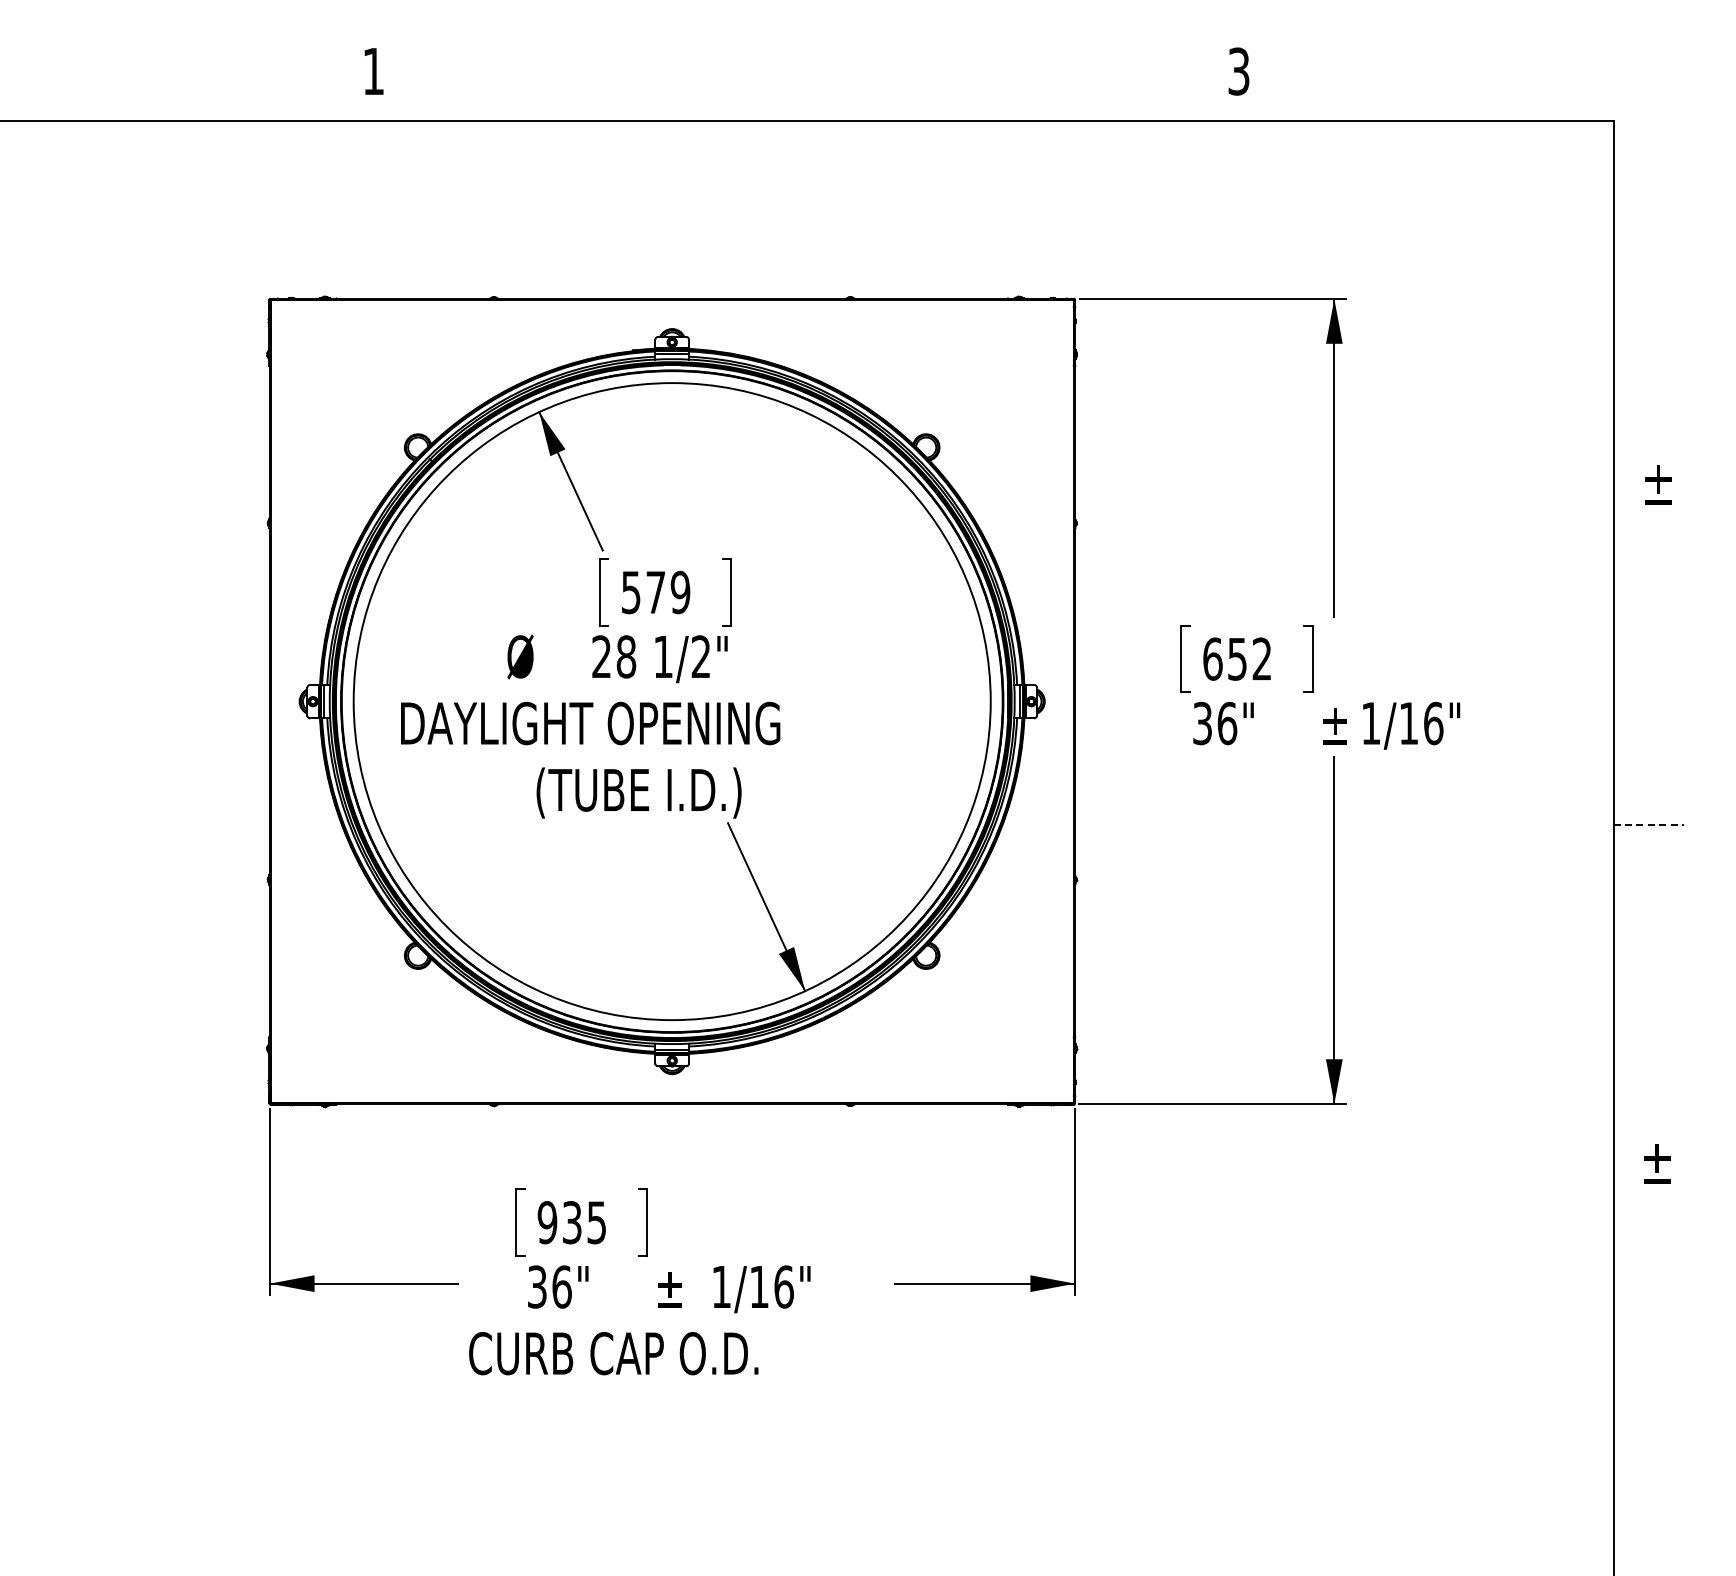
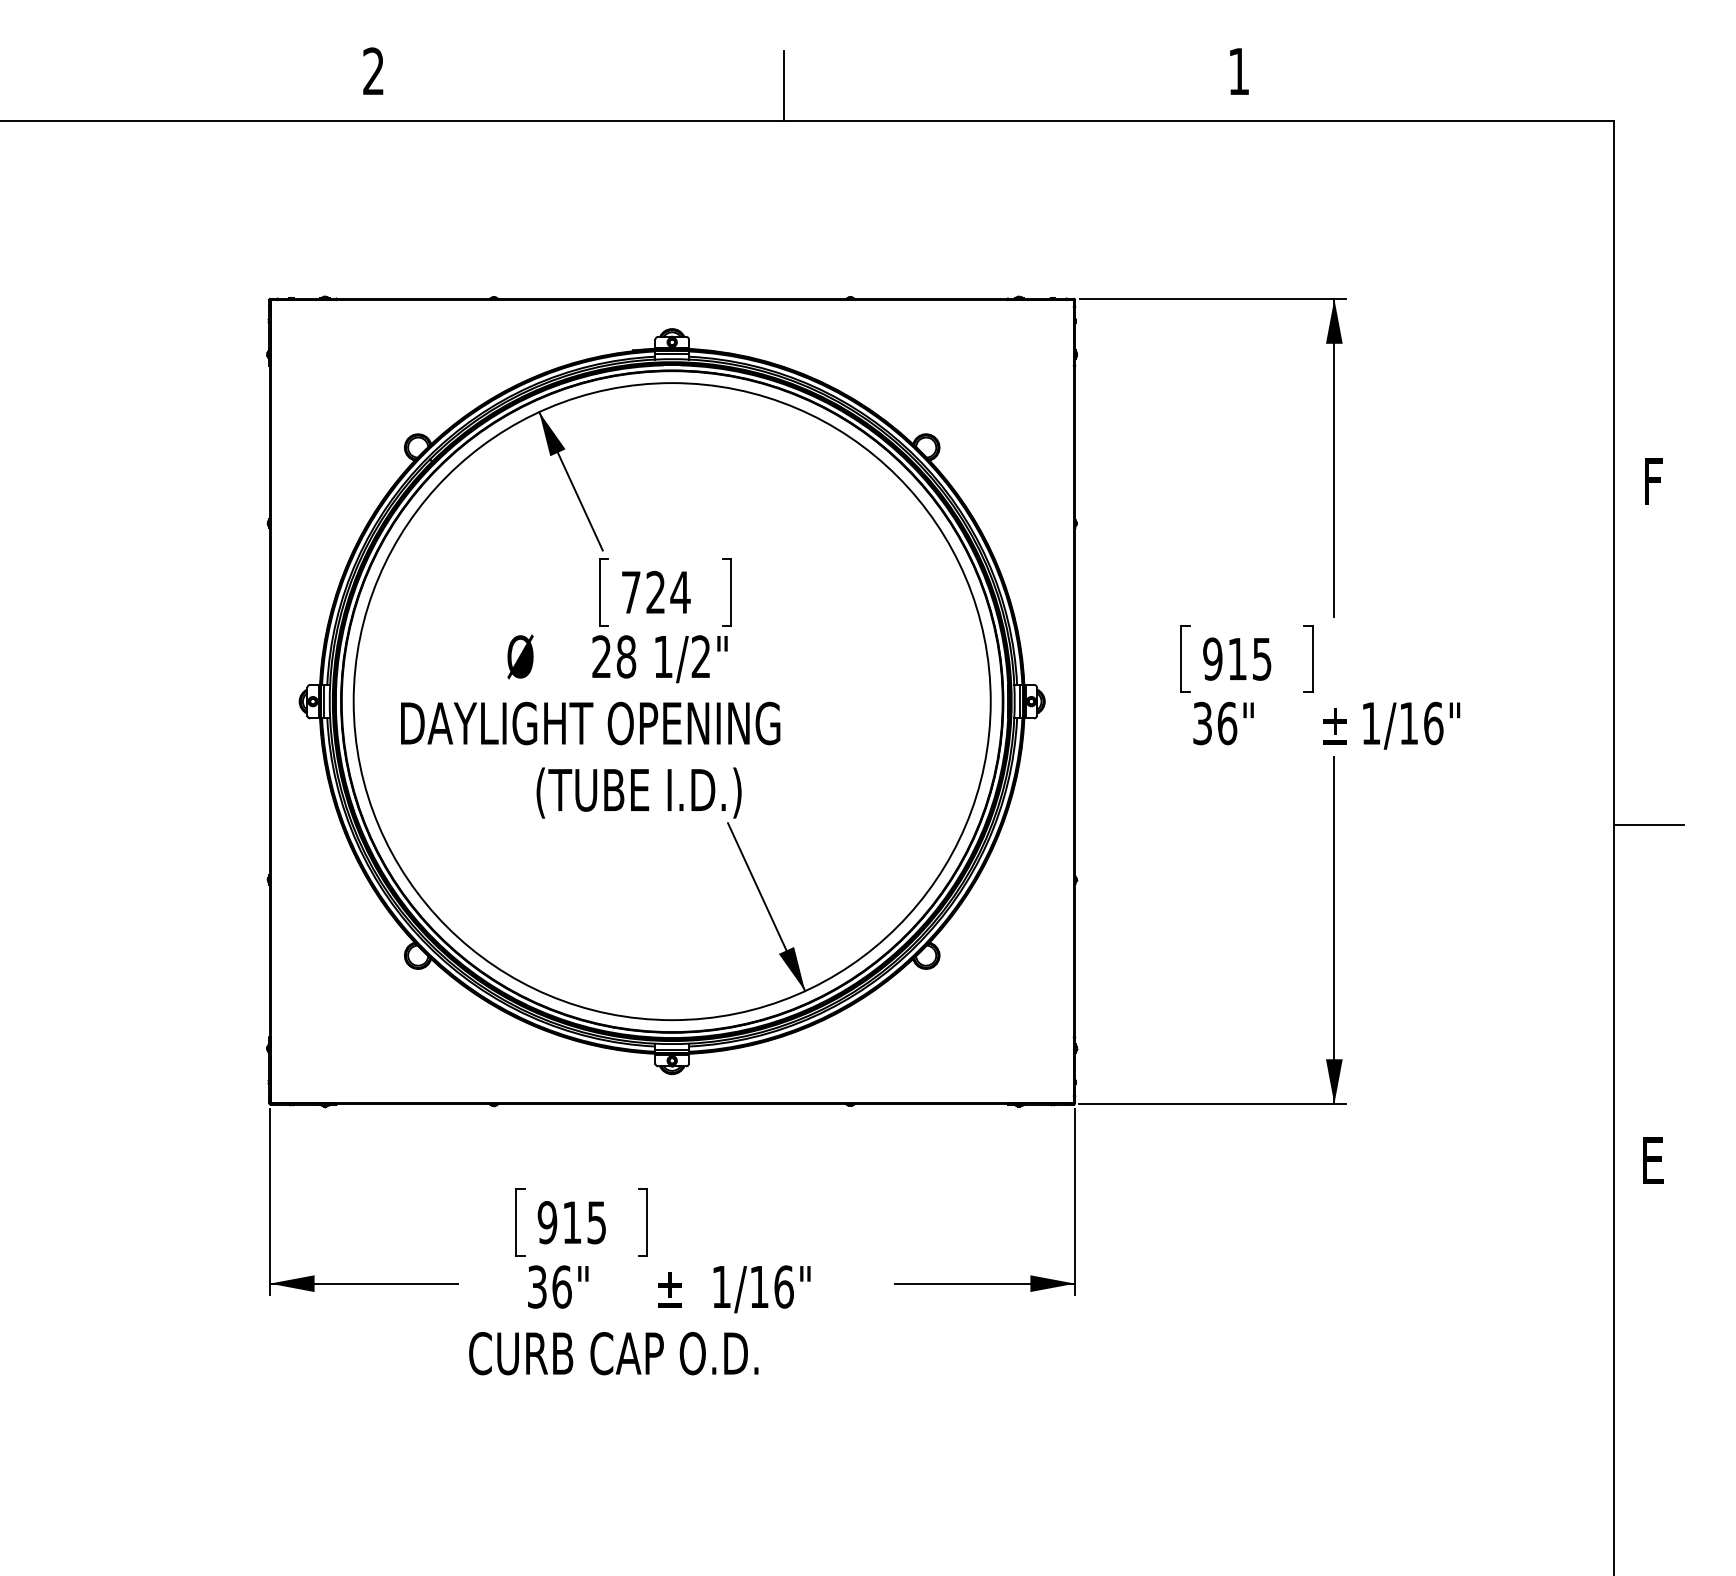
text at (373, 70): 1 -> 2
text at (1238, 71): 3 -> 1
line at (783, 85): none -> present
text at (1658, 481): ± -> F
text at (656, 592): 579 -> 724
text at (1237, 658): 652 -> 915
line at (1649, 825): dashed -> solid
text at (1656, 1160): ± -> E
text at (572, 1222): 935 -> 915
